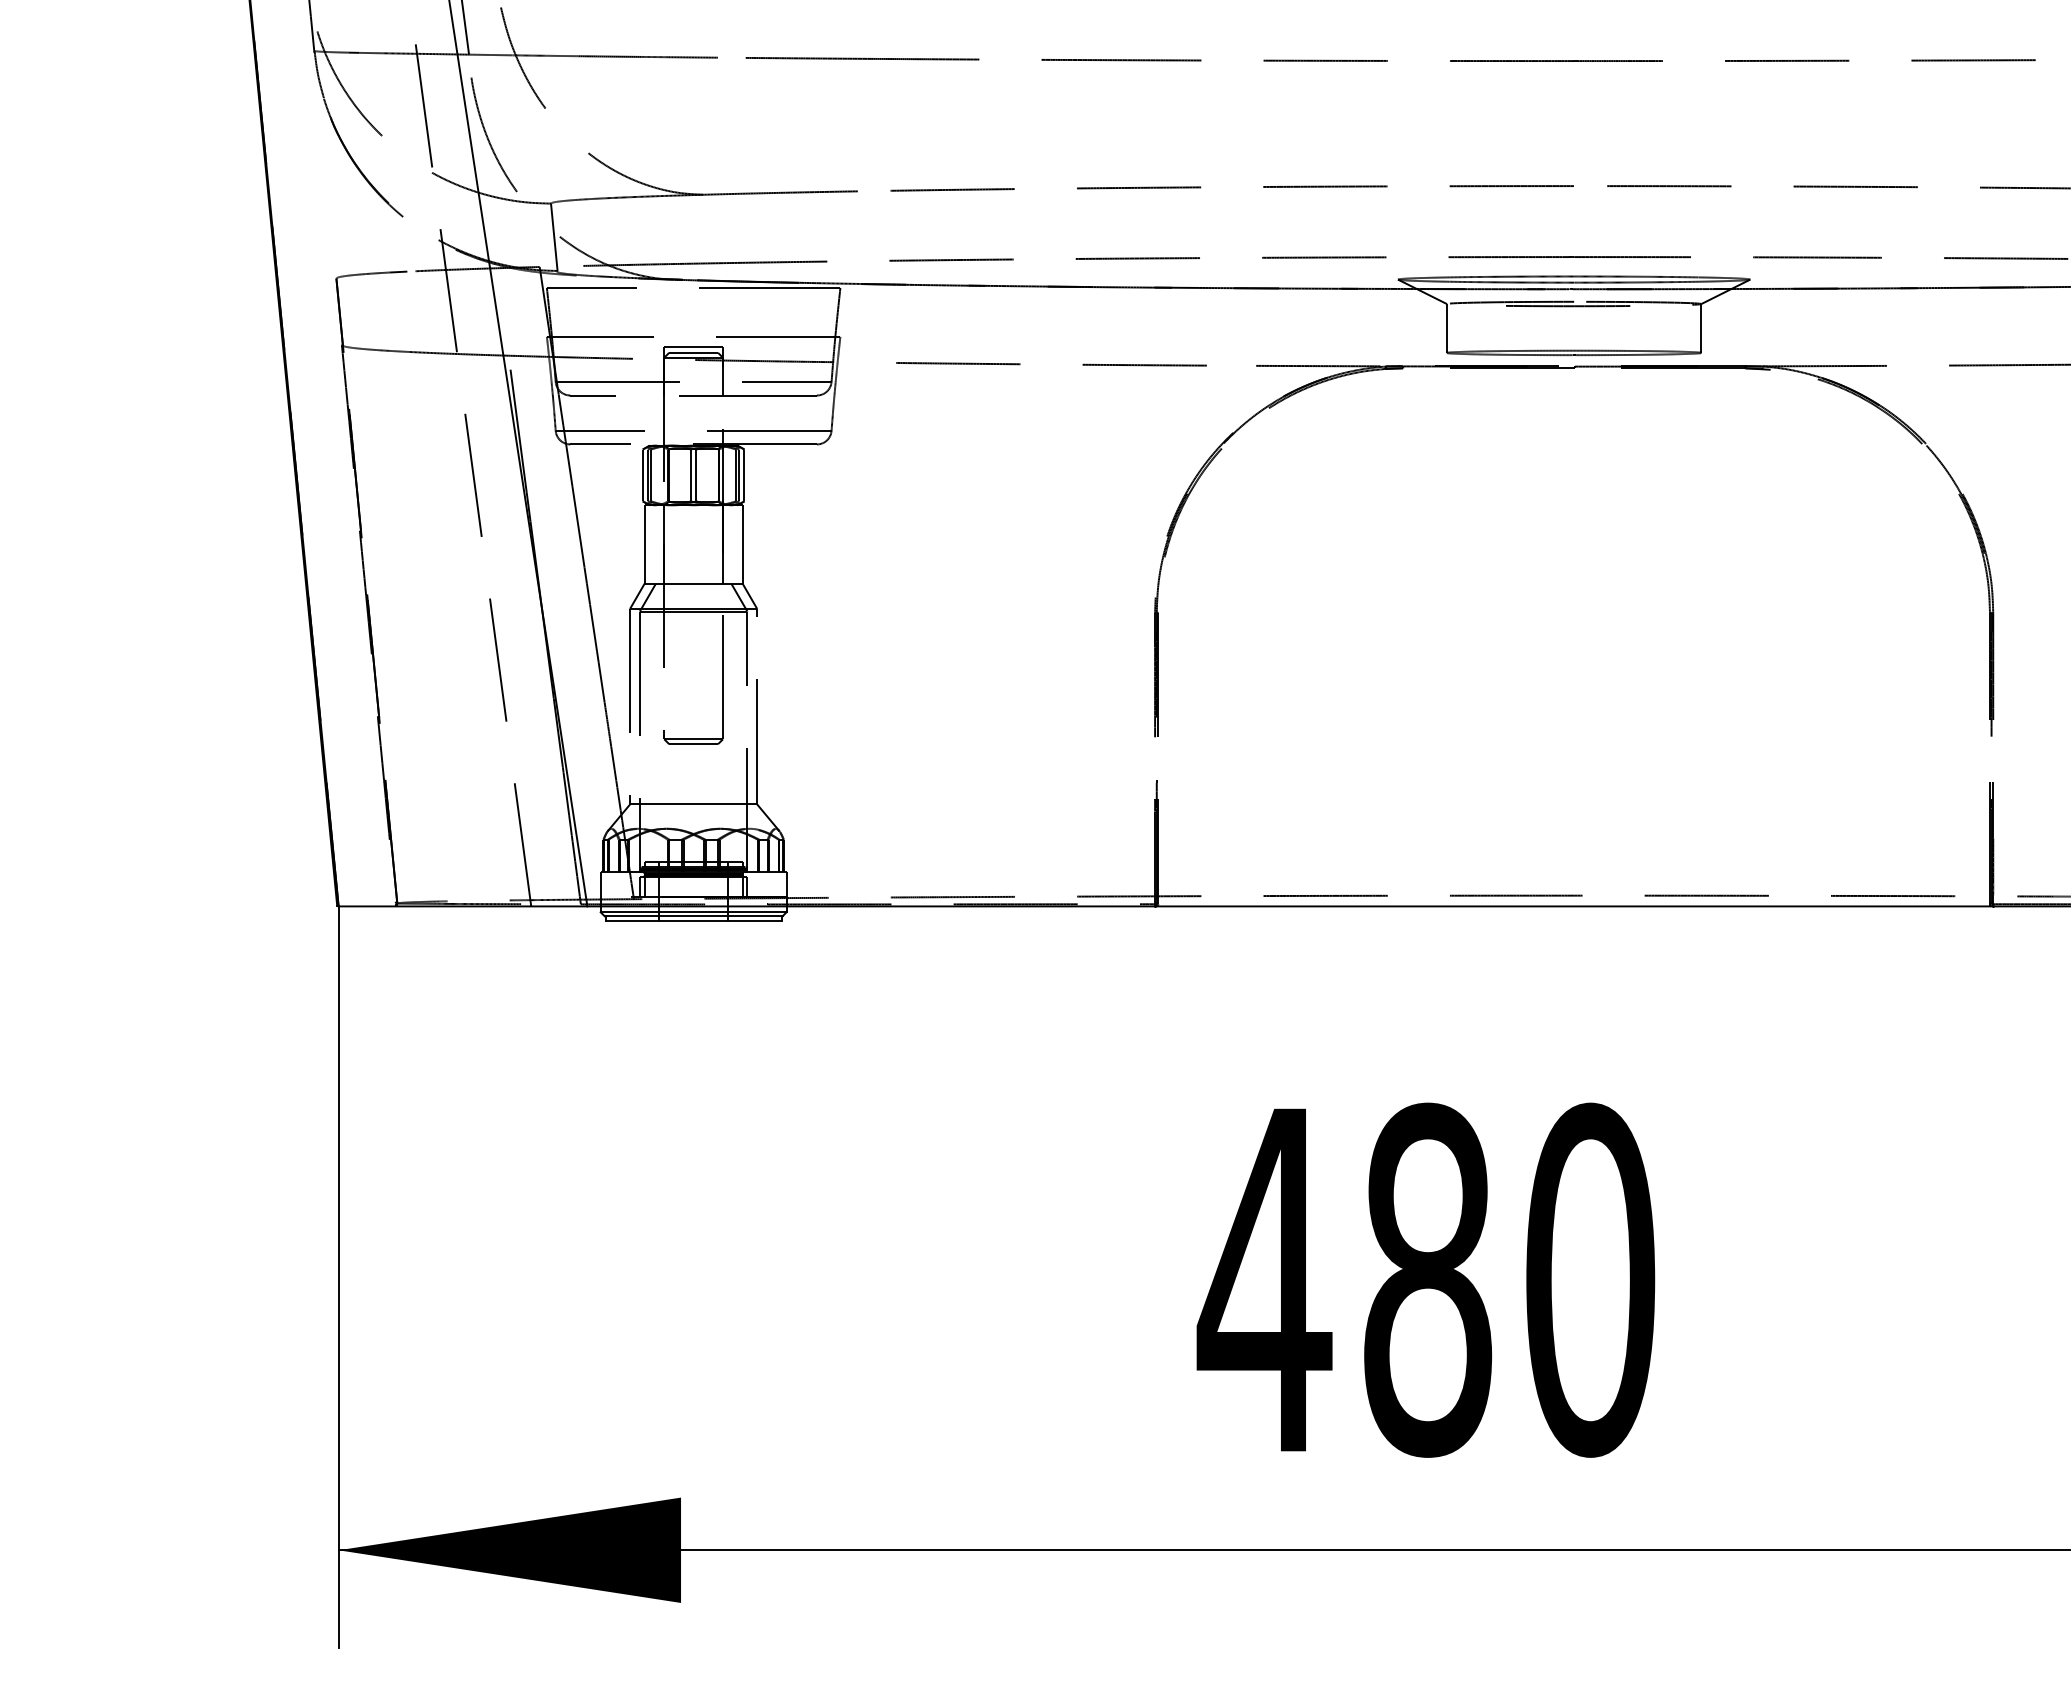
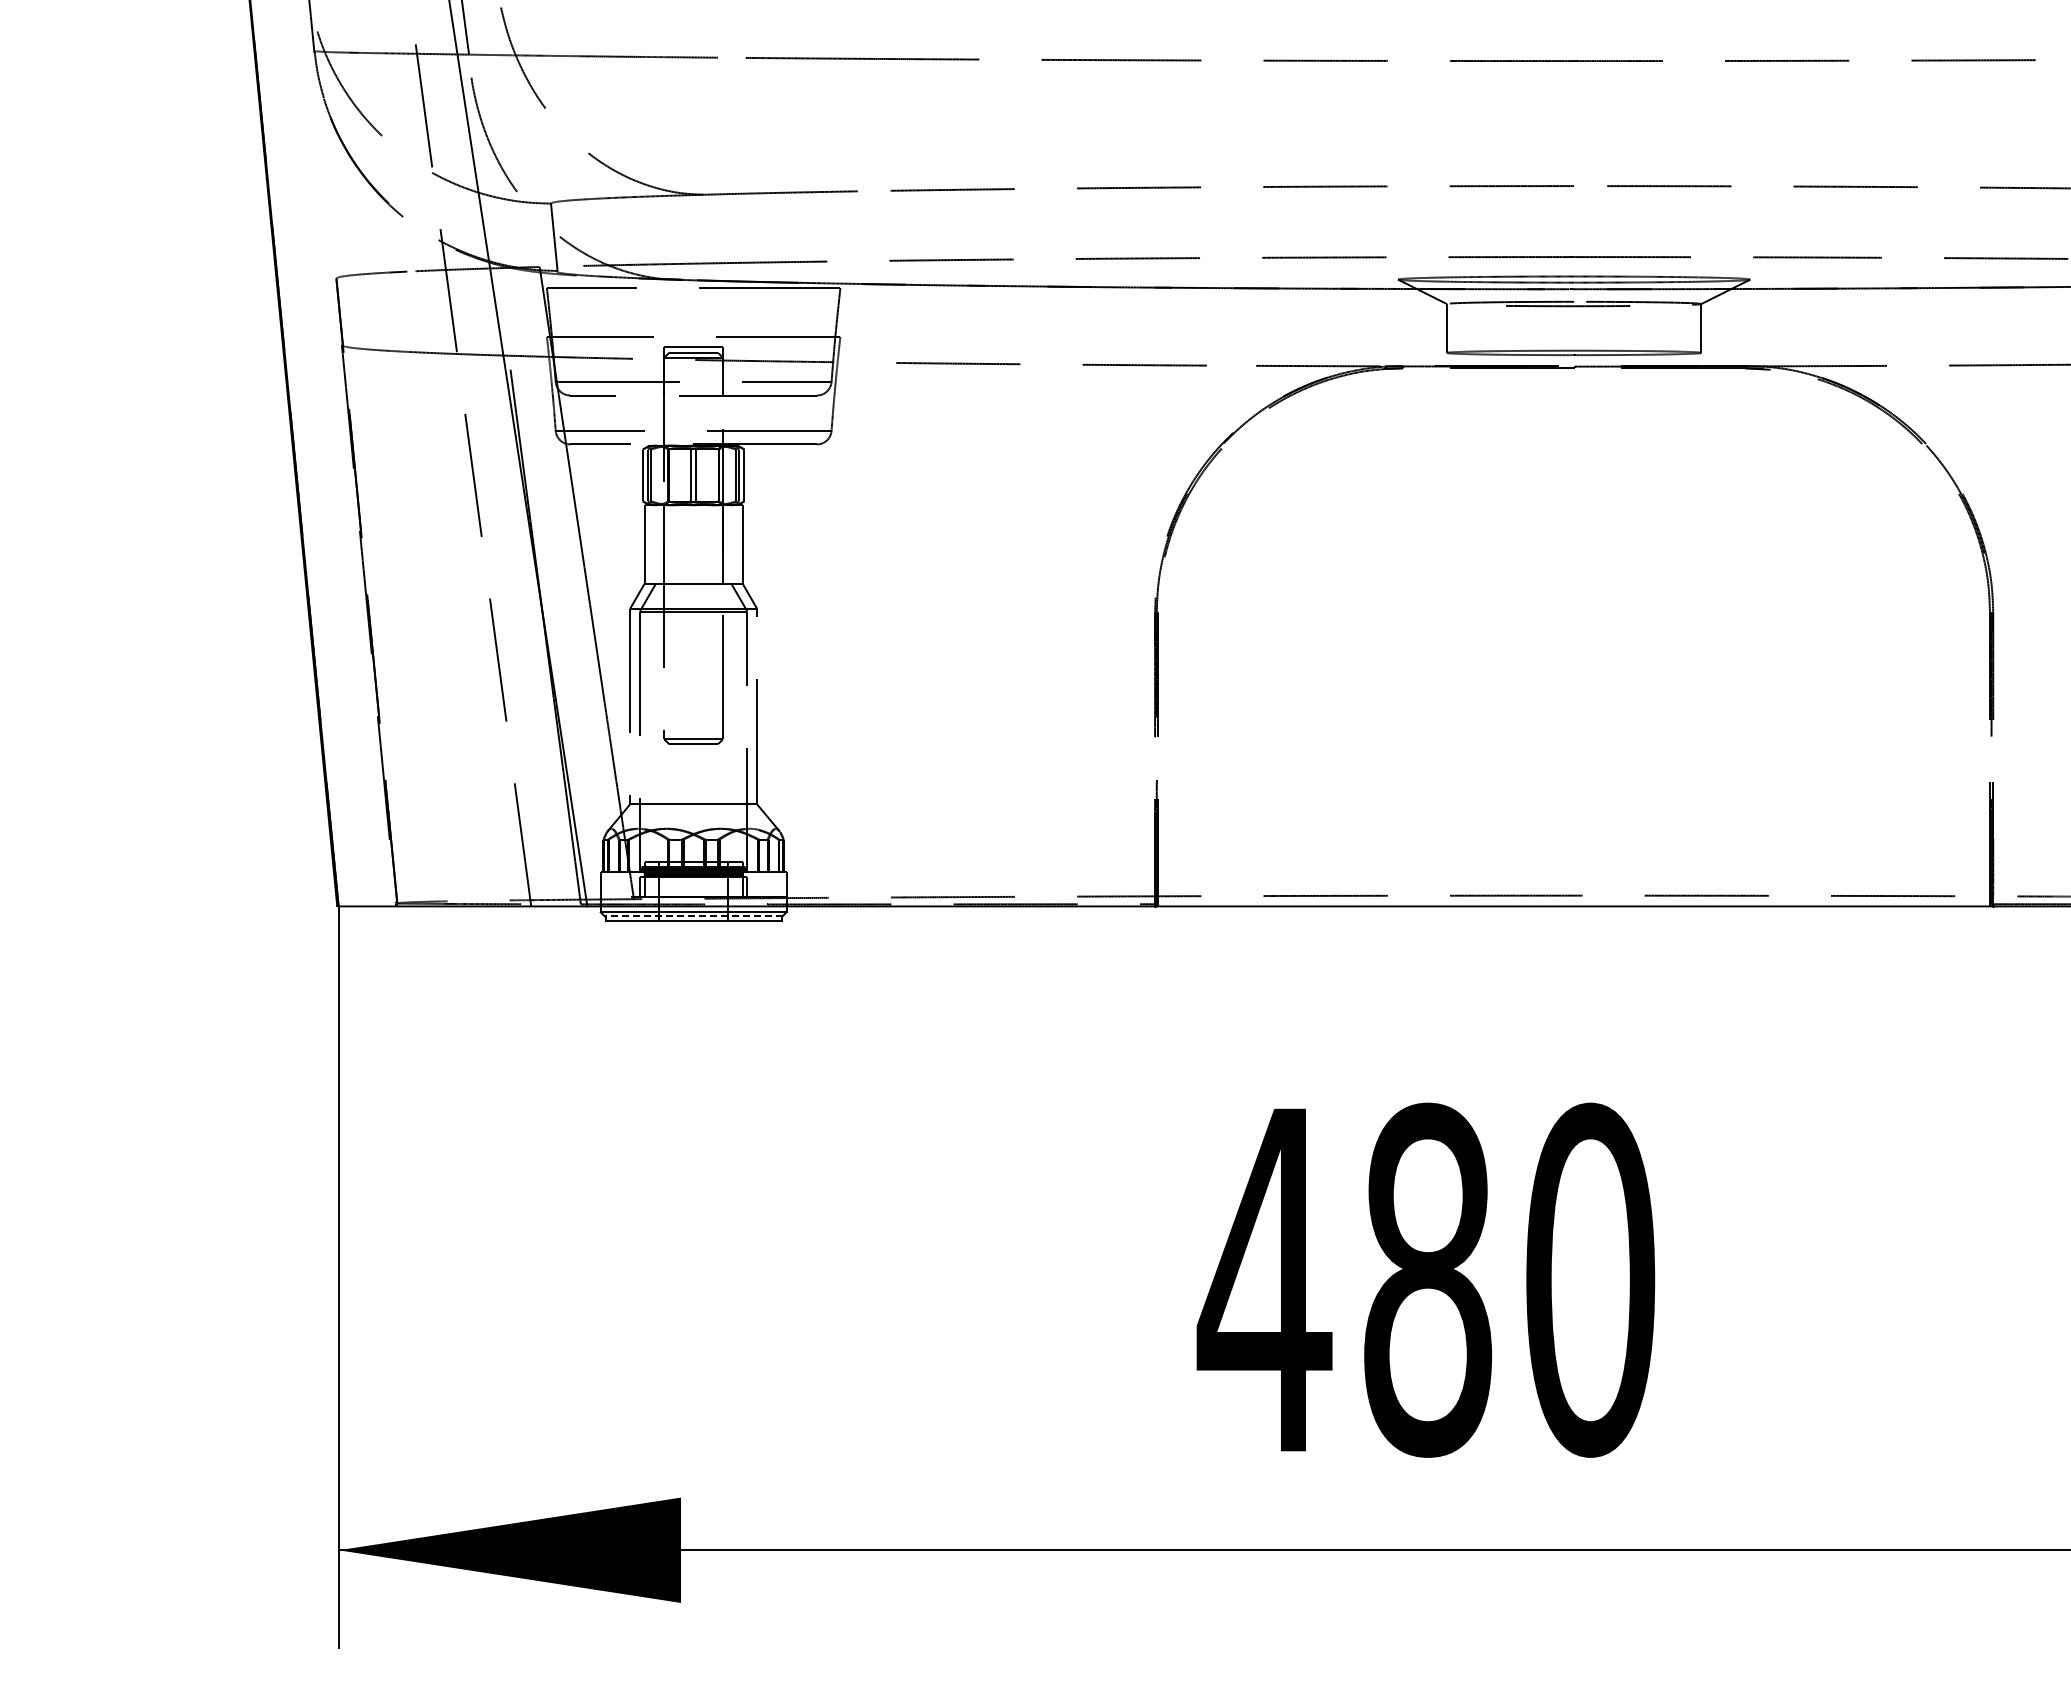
line at (693, 916): solid -> dashed
